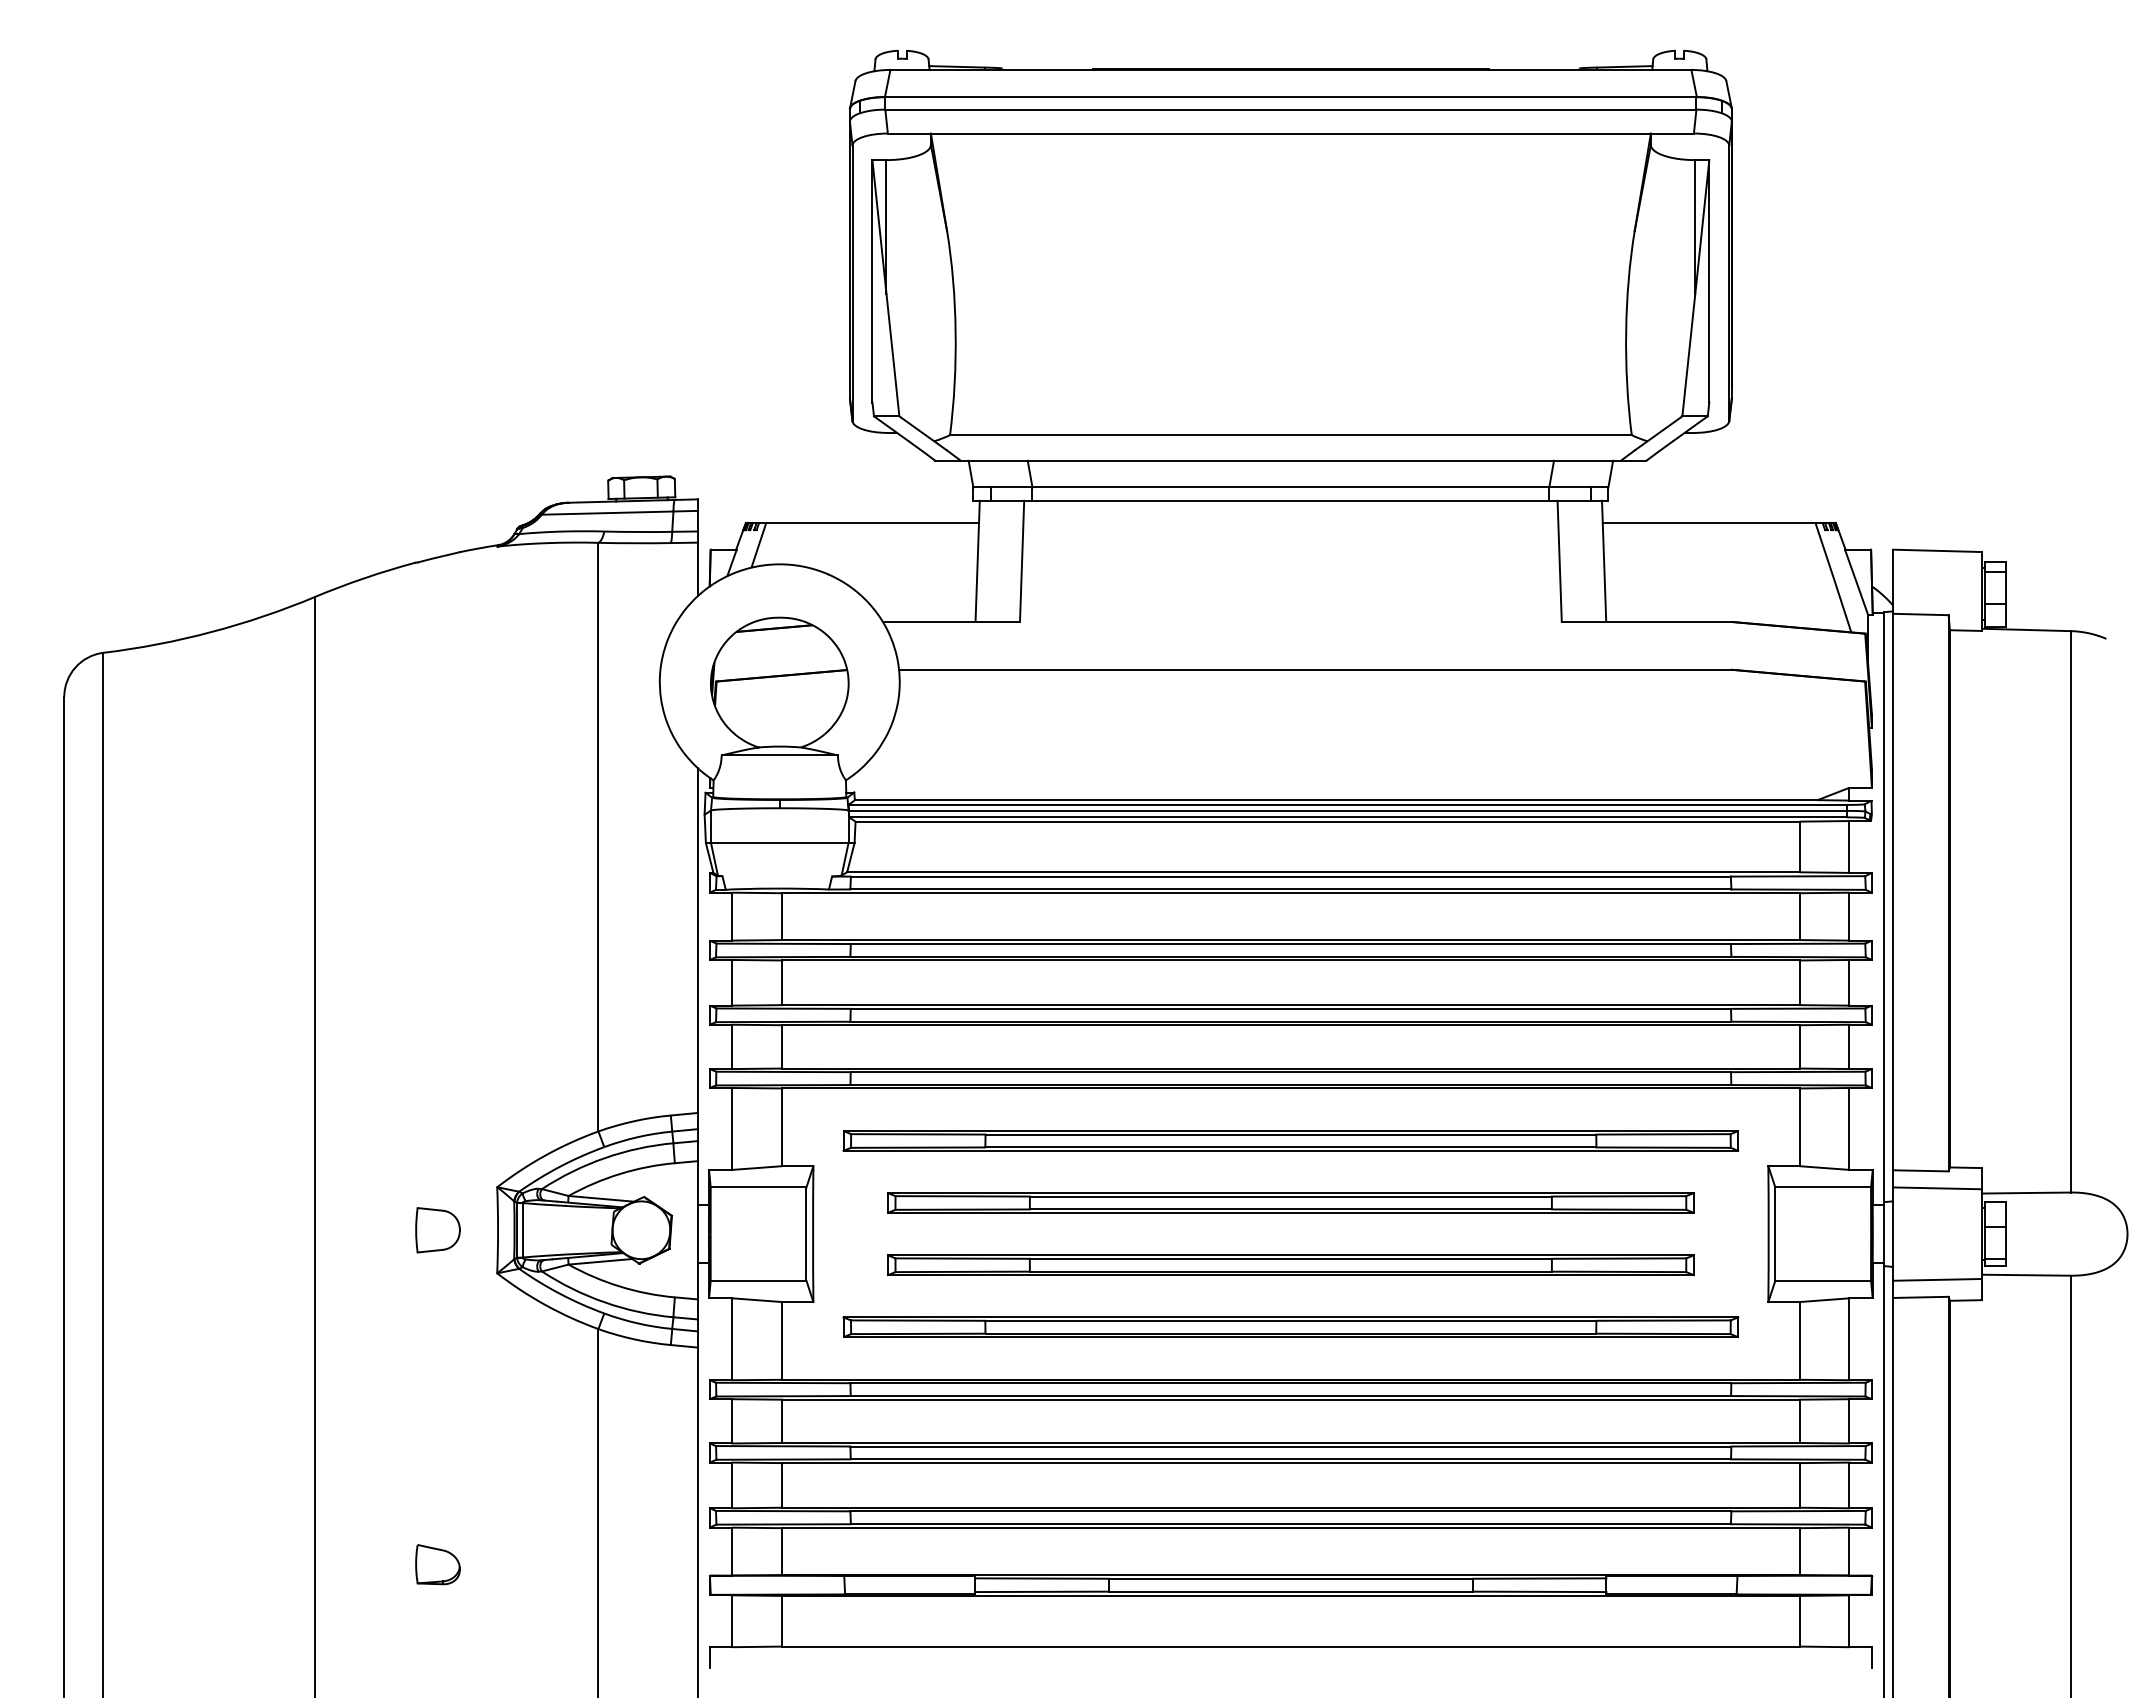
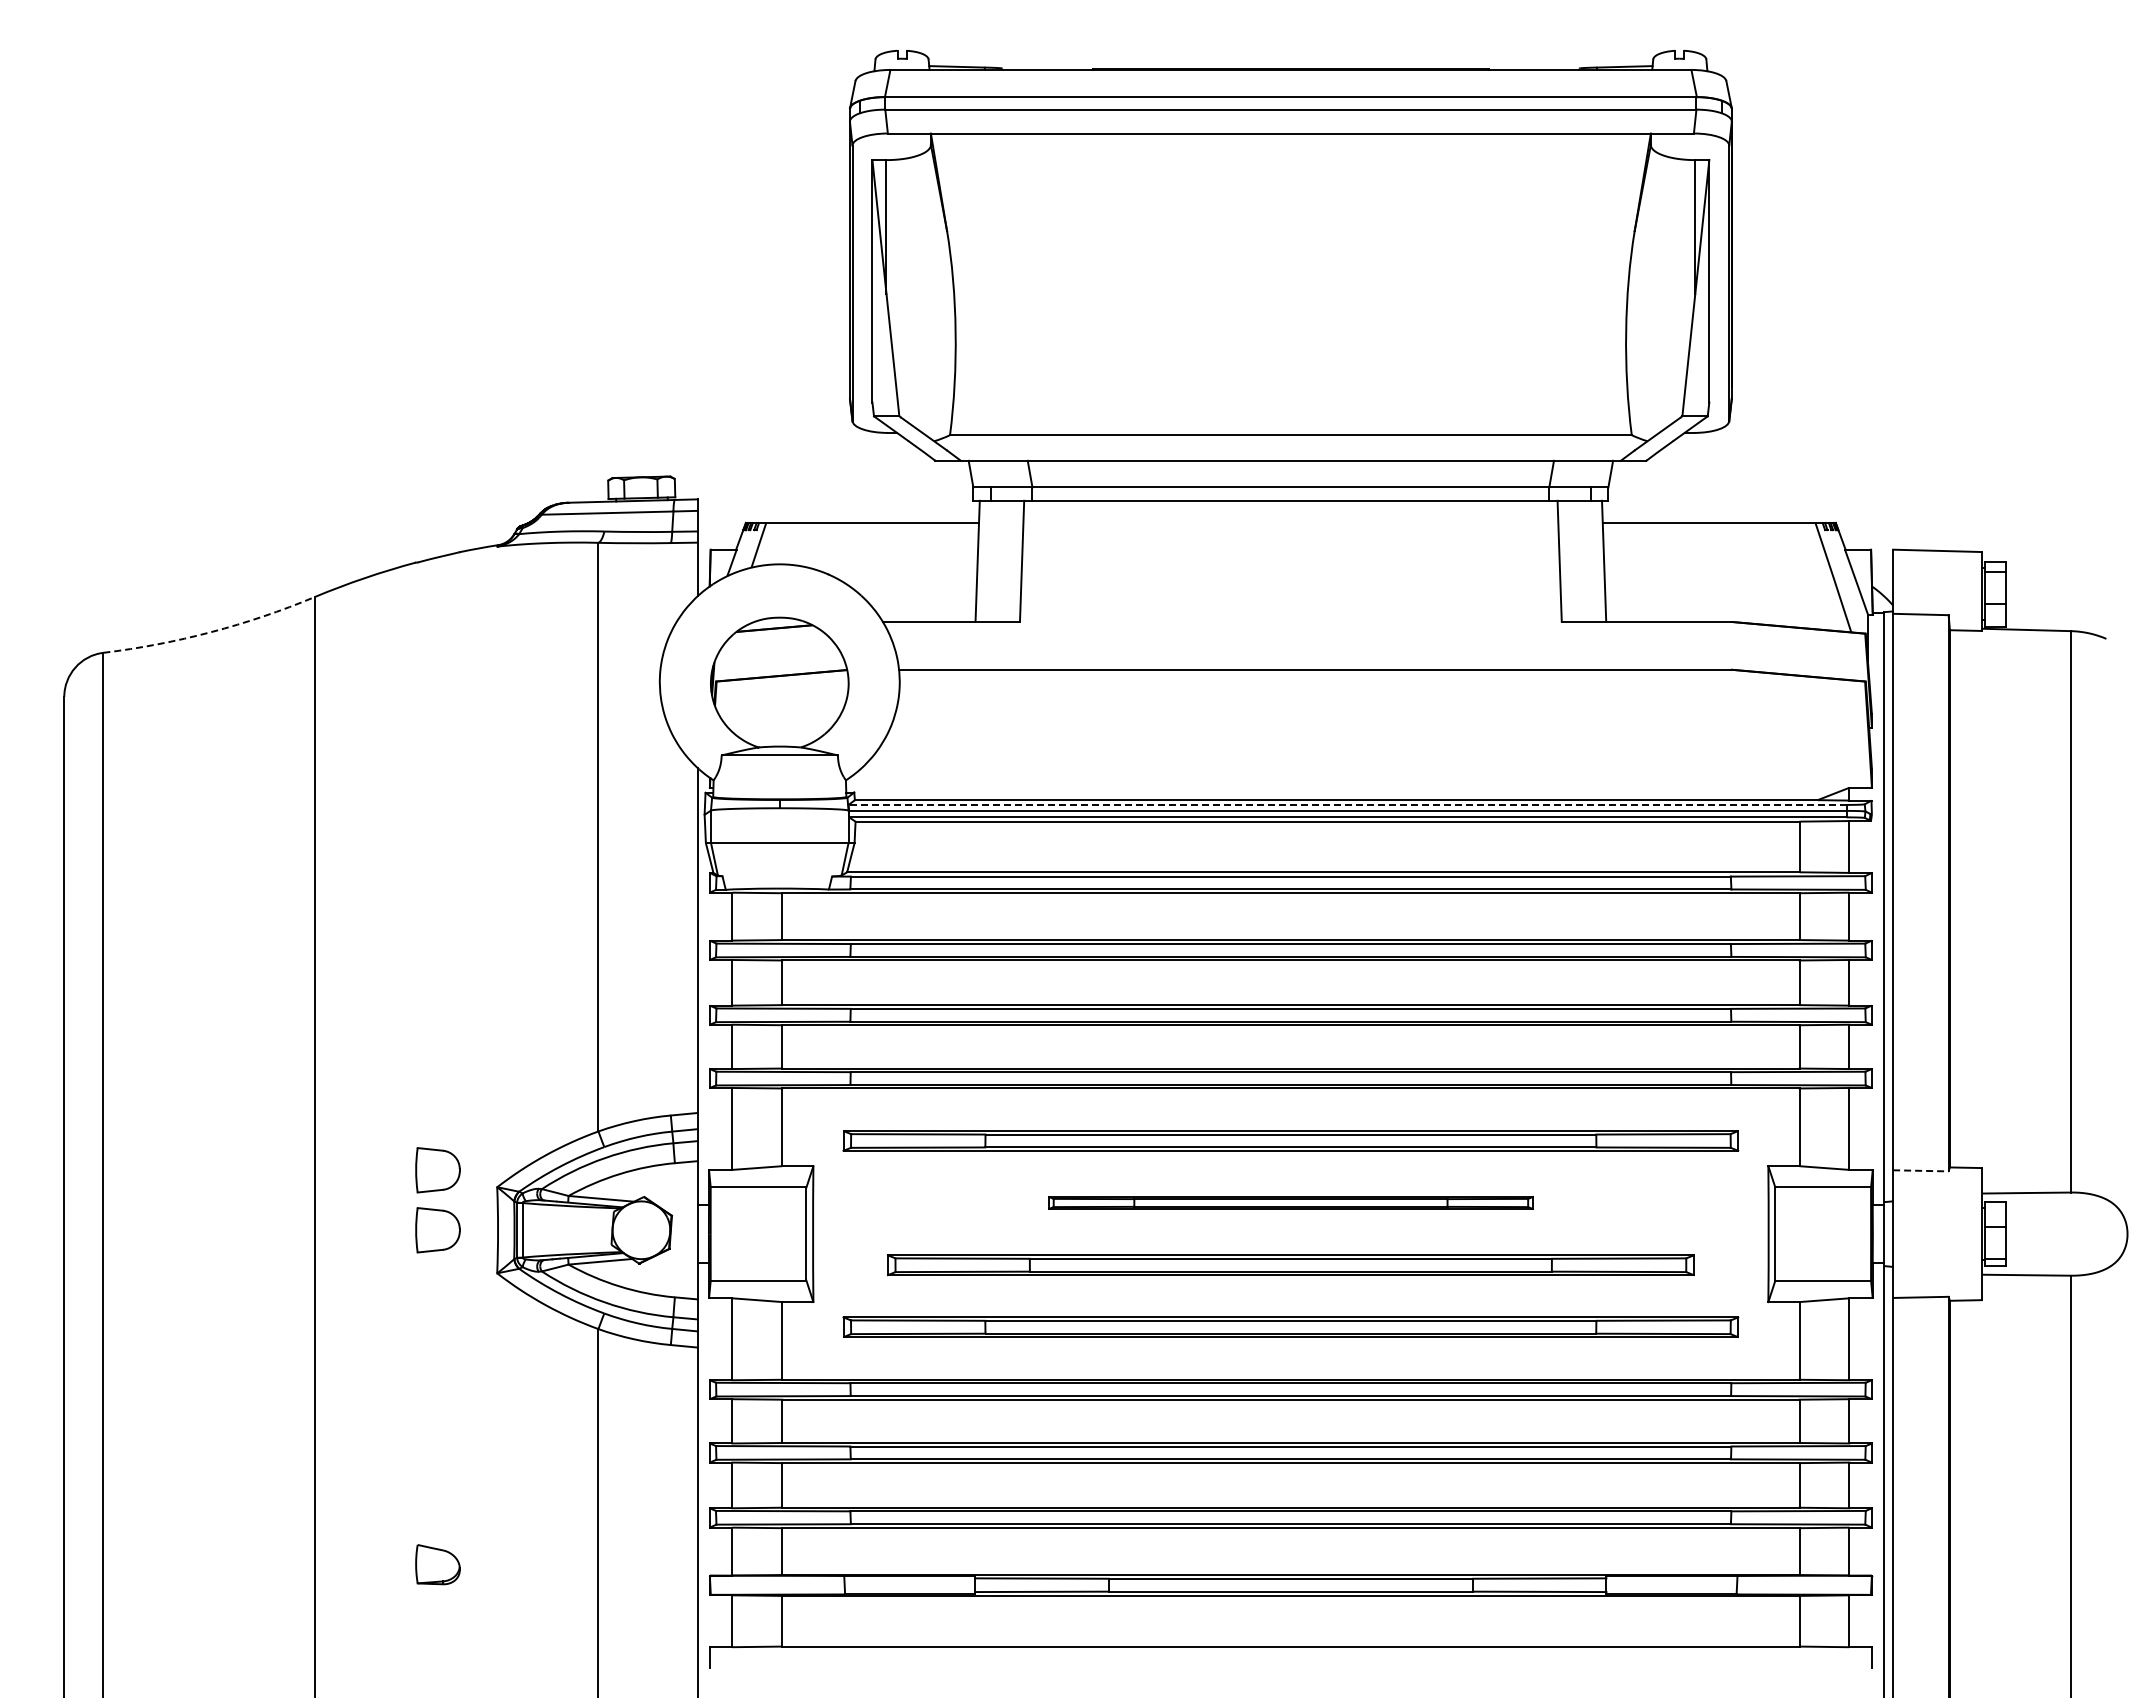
arc at (211, 632): solid -> dashed
line at (1347, 804): solid -> dashed
part at (437, 1170): none -> present
line at (1920, 1170): solid -> dashed
line at (1937, 1188): present -> none
part at (1290, 1202) size: 808x22 px -> 486x14 px
line at (1937, 1279): present -> none
